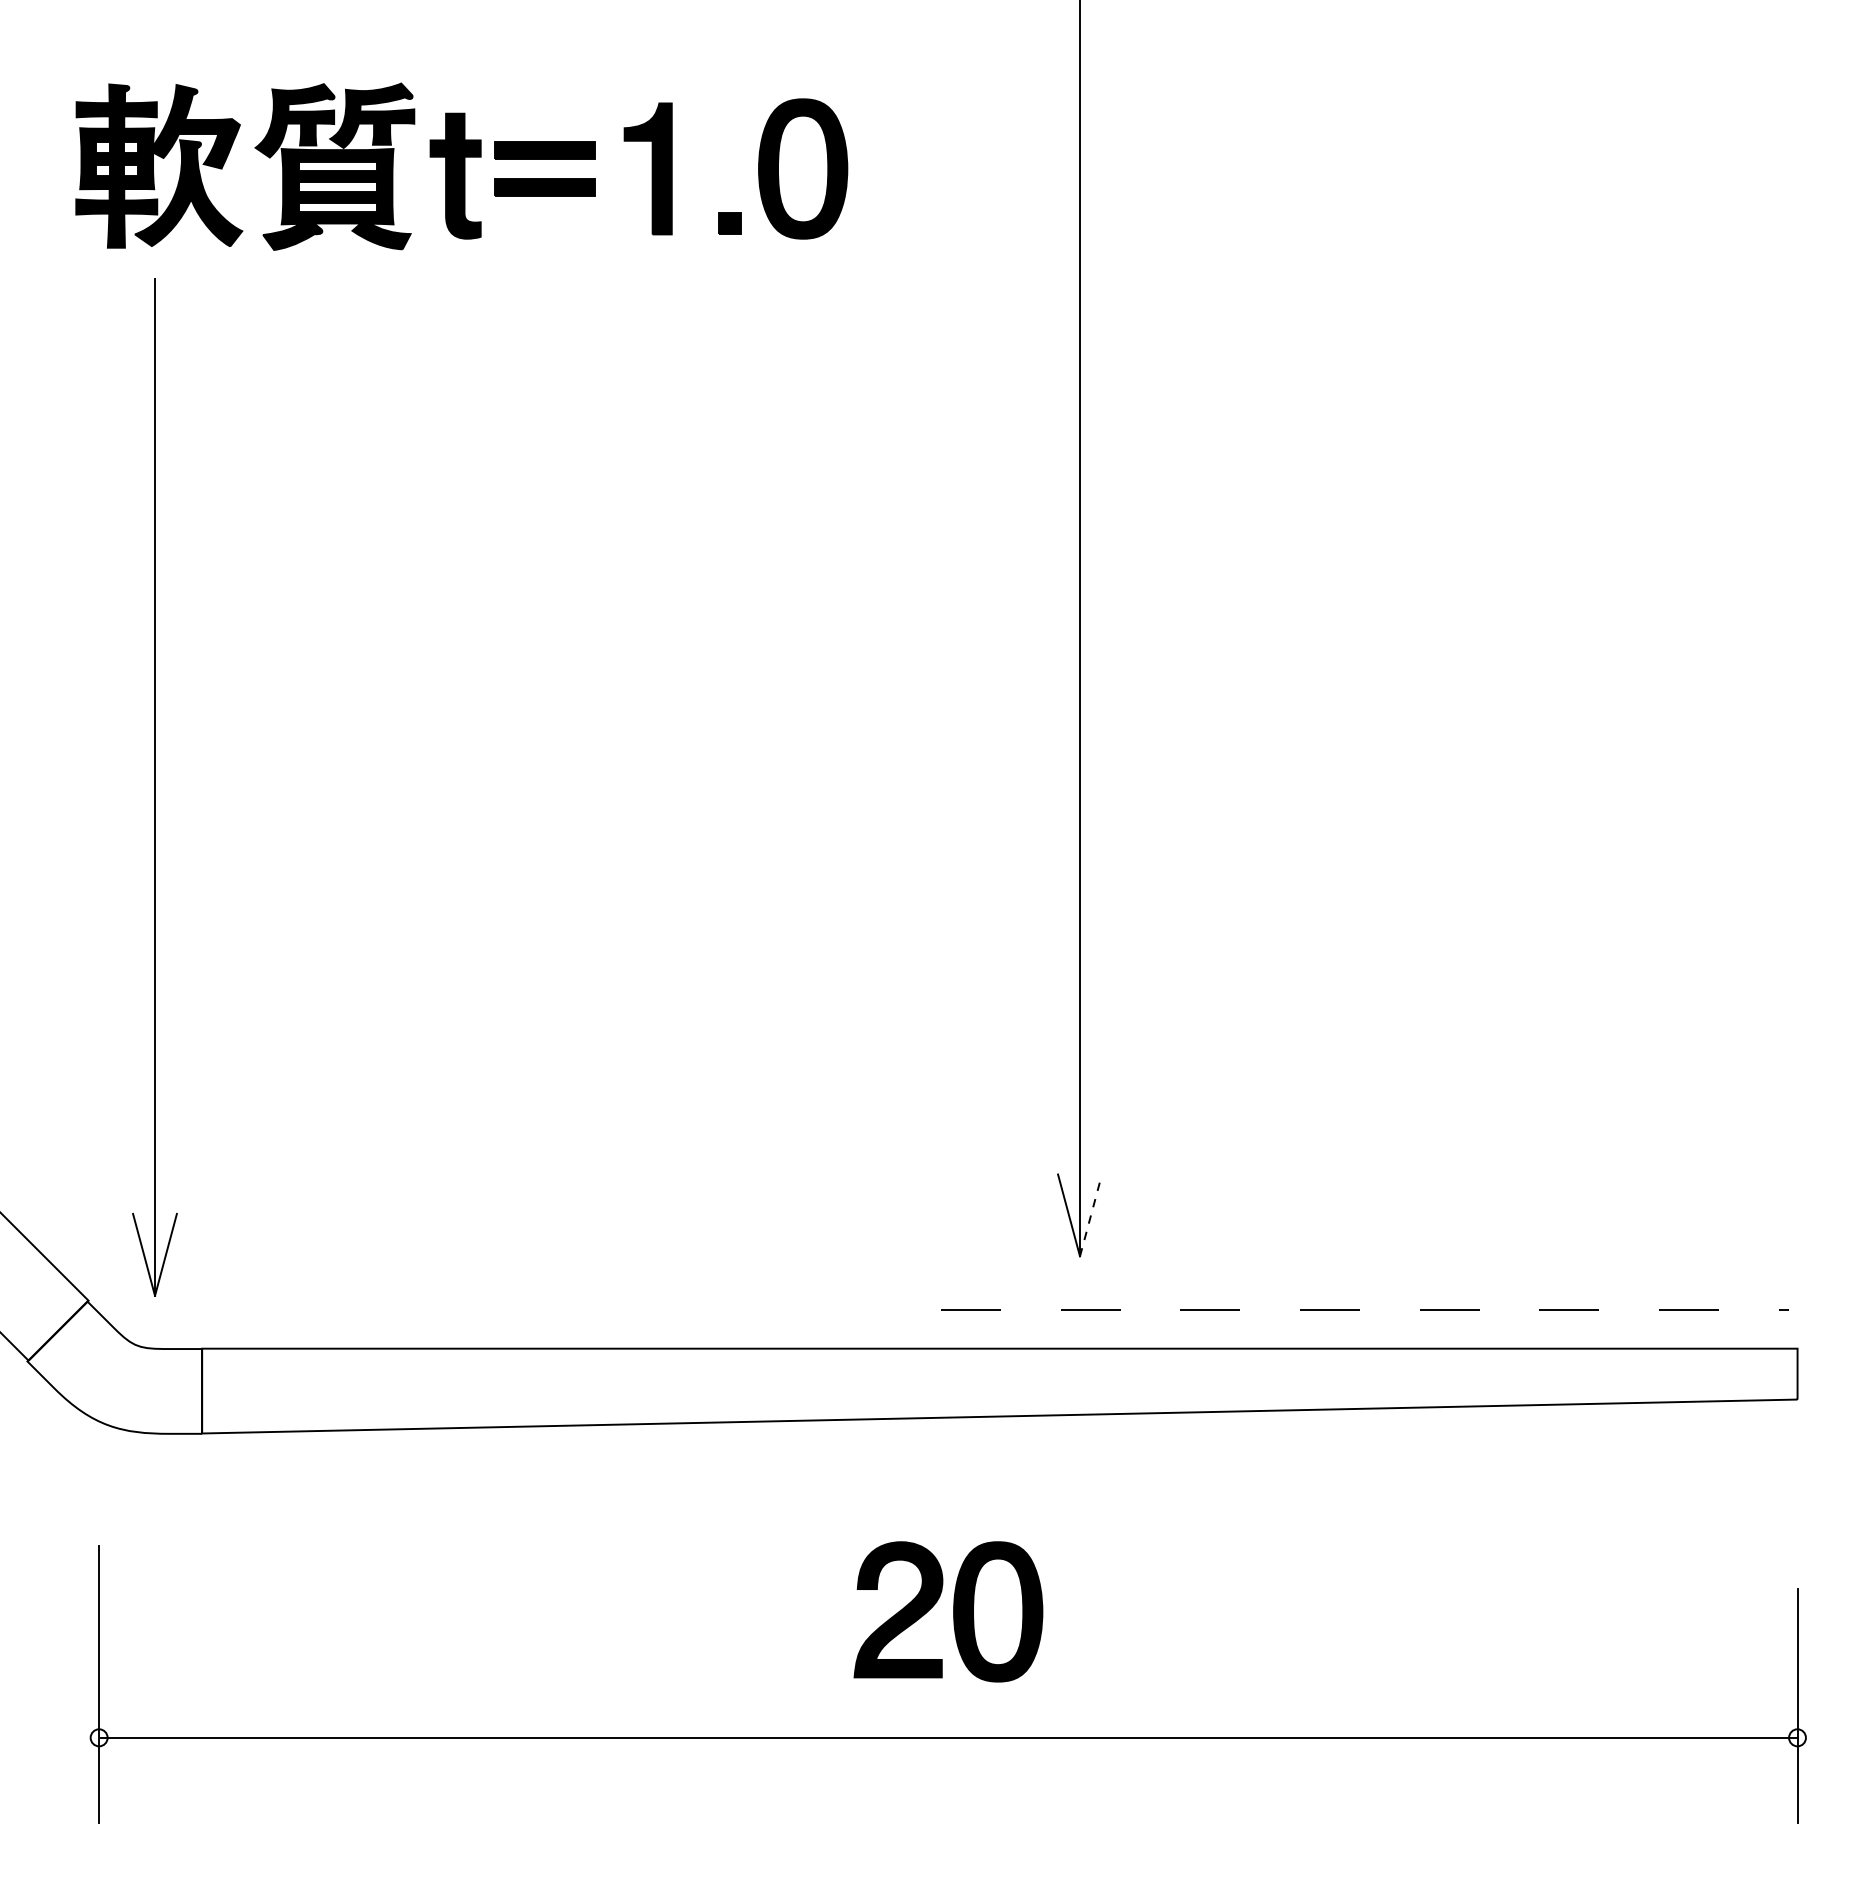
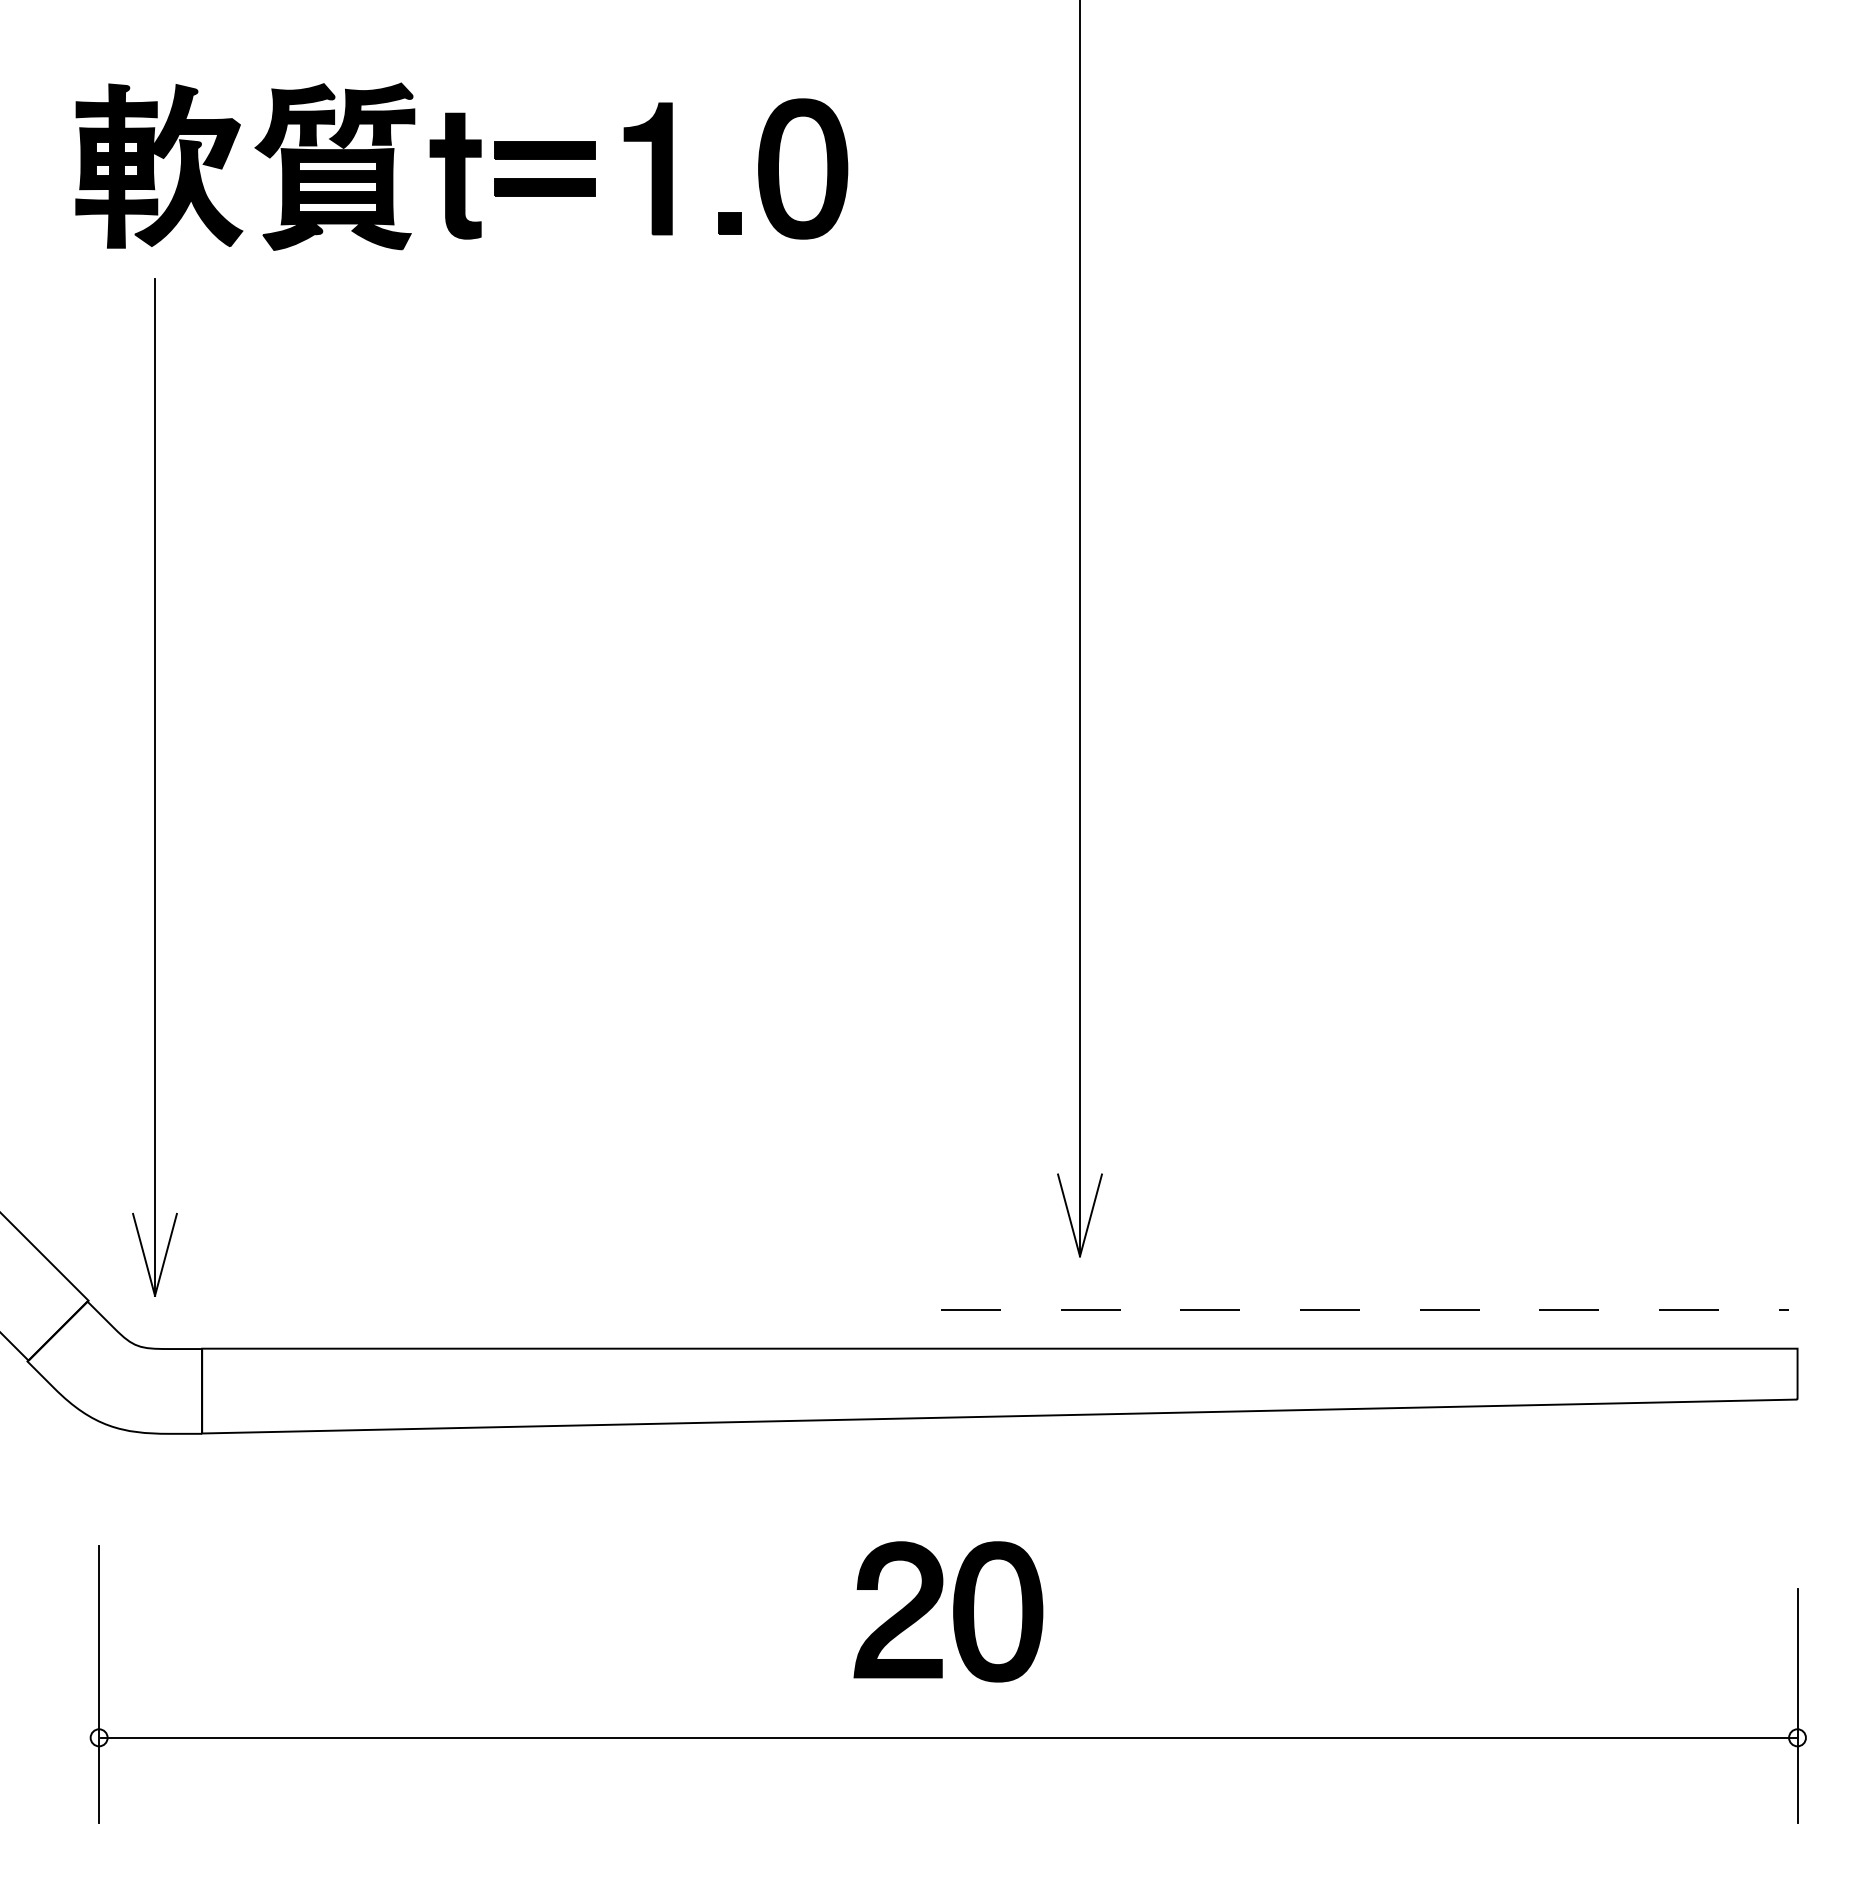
line at (1091, 1214): dashed -> solid
